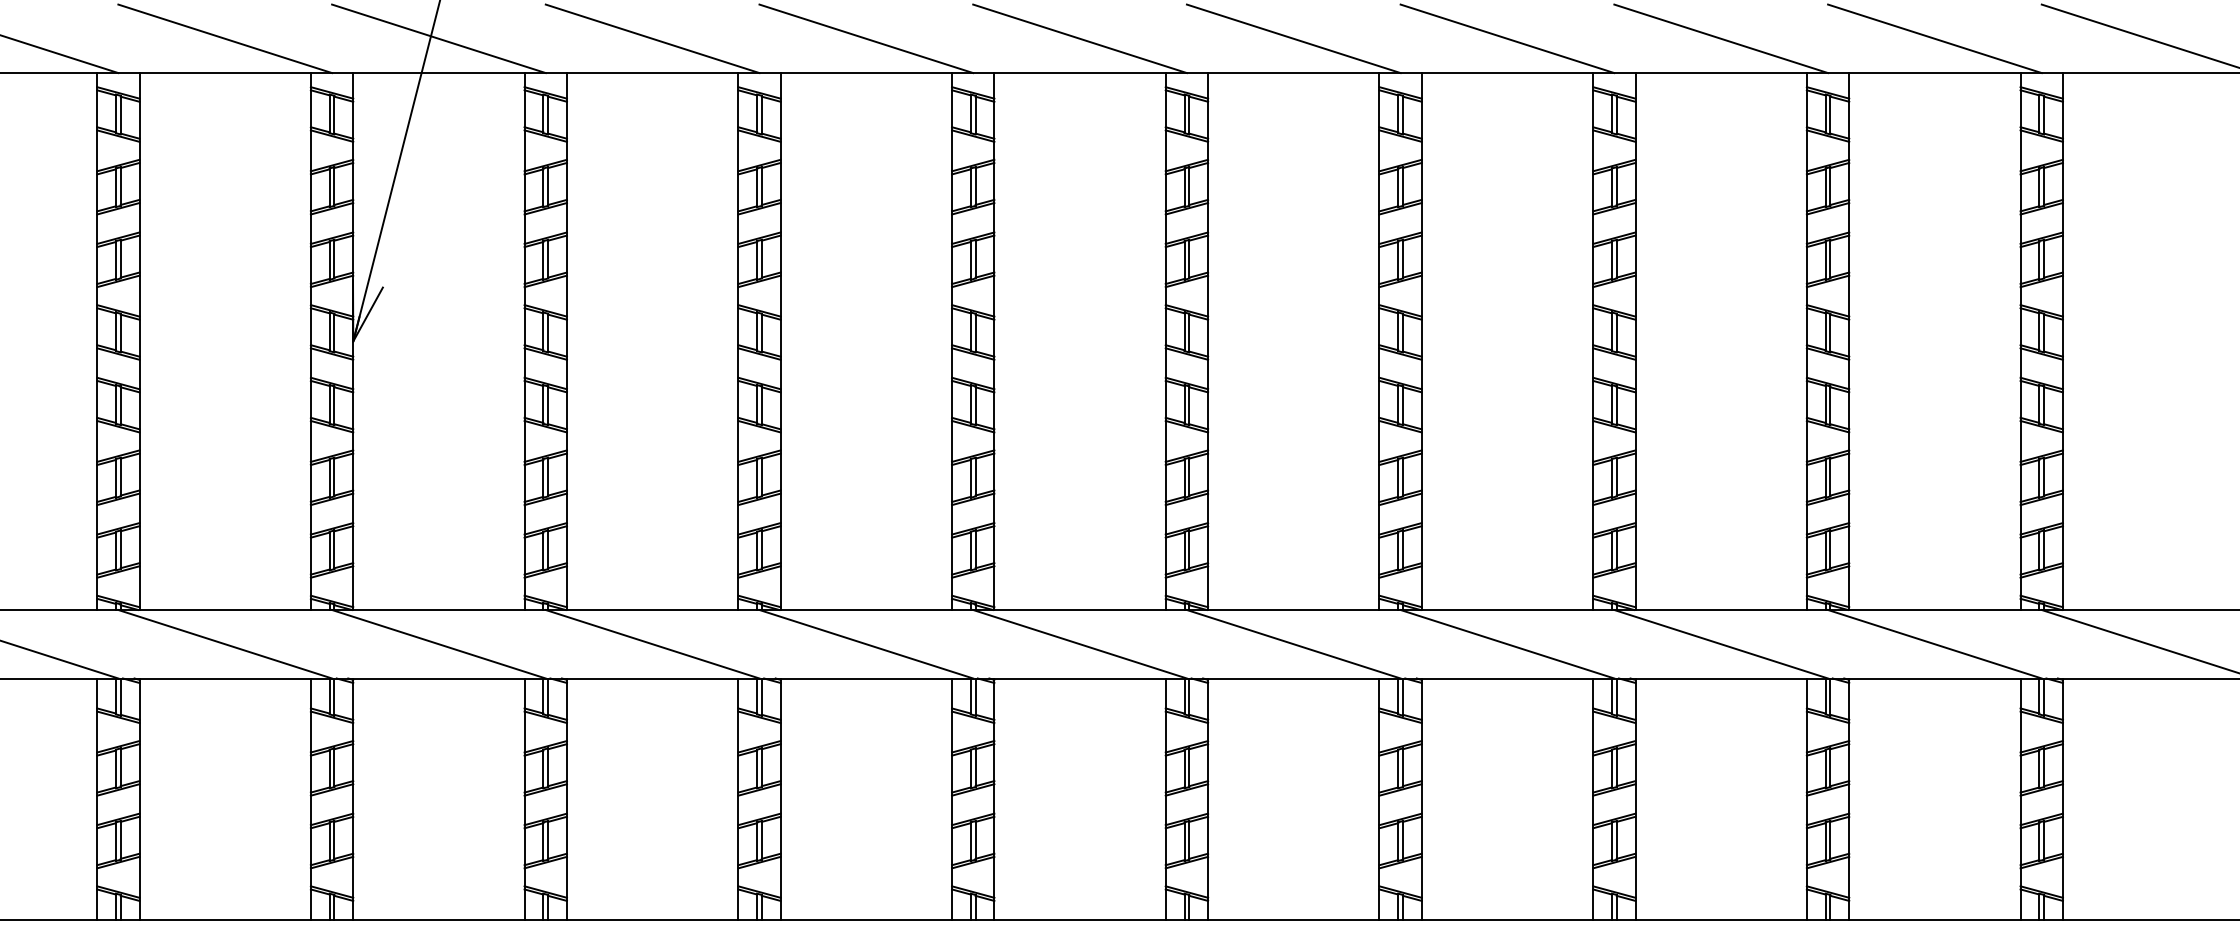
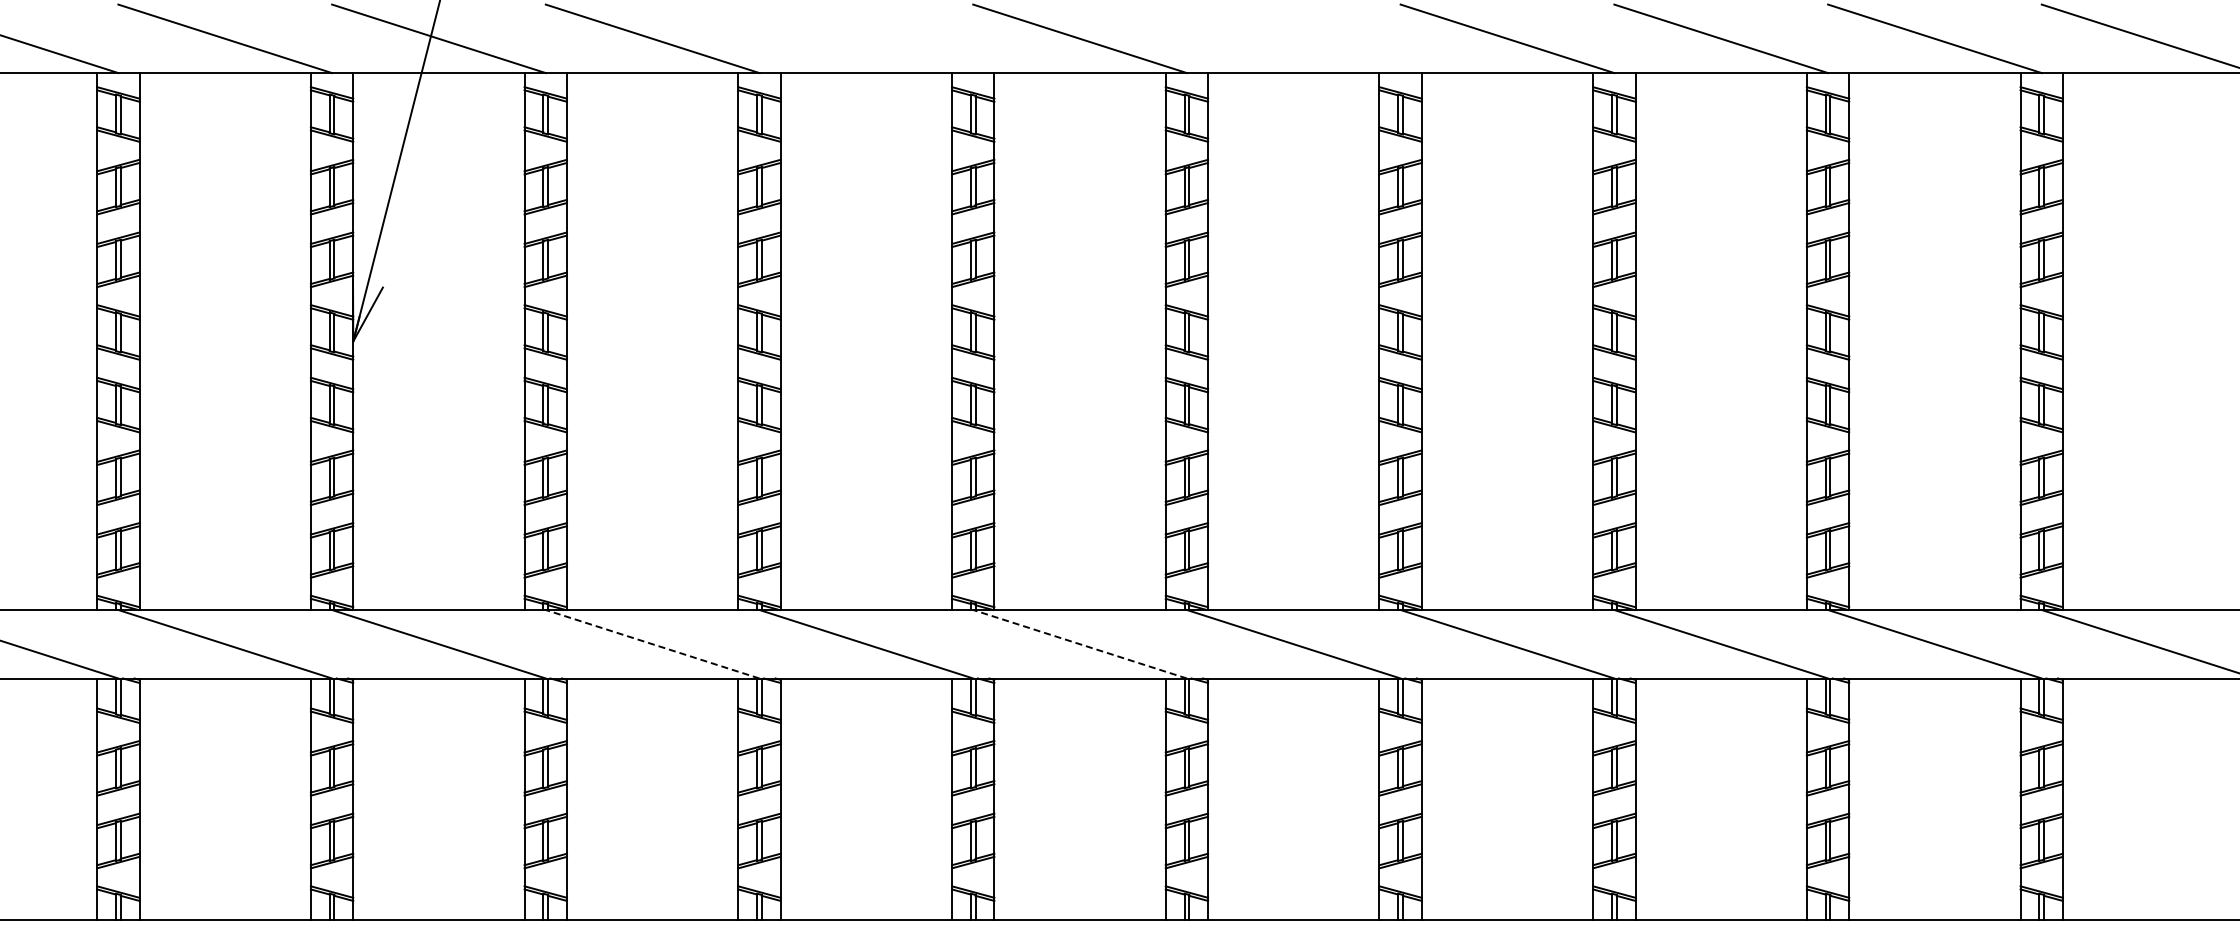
line at (866, 38): present -> none
line at (1293, 38): present -> none
line at (652, 644): solid -> dashed
line at (1079, 644): solid -> dashed
